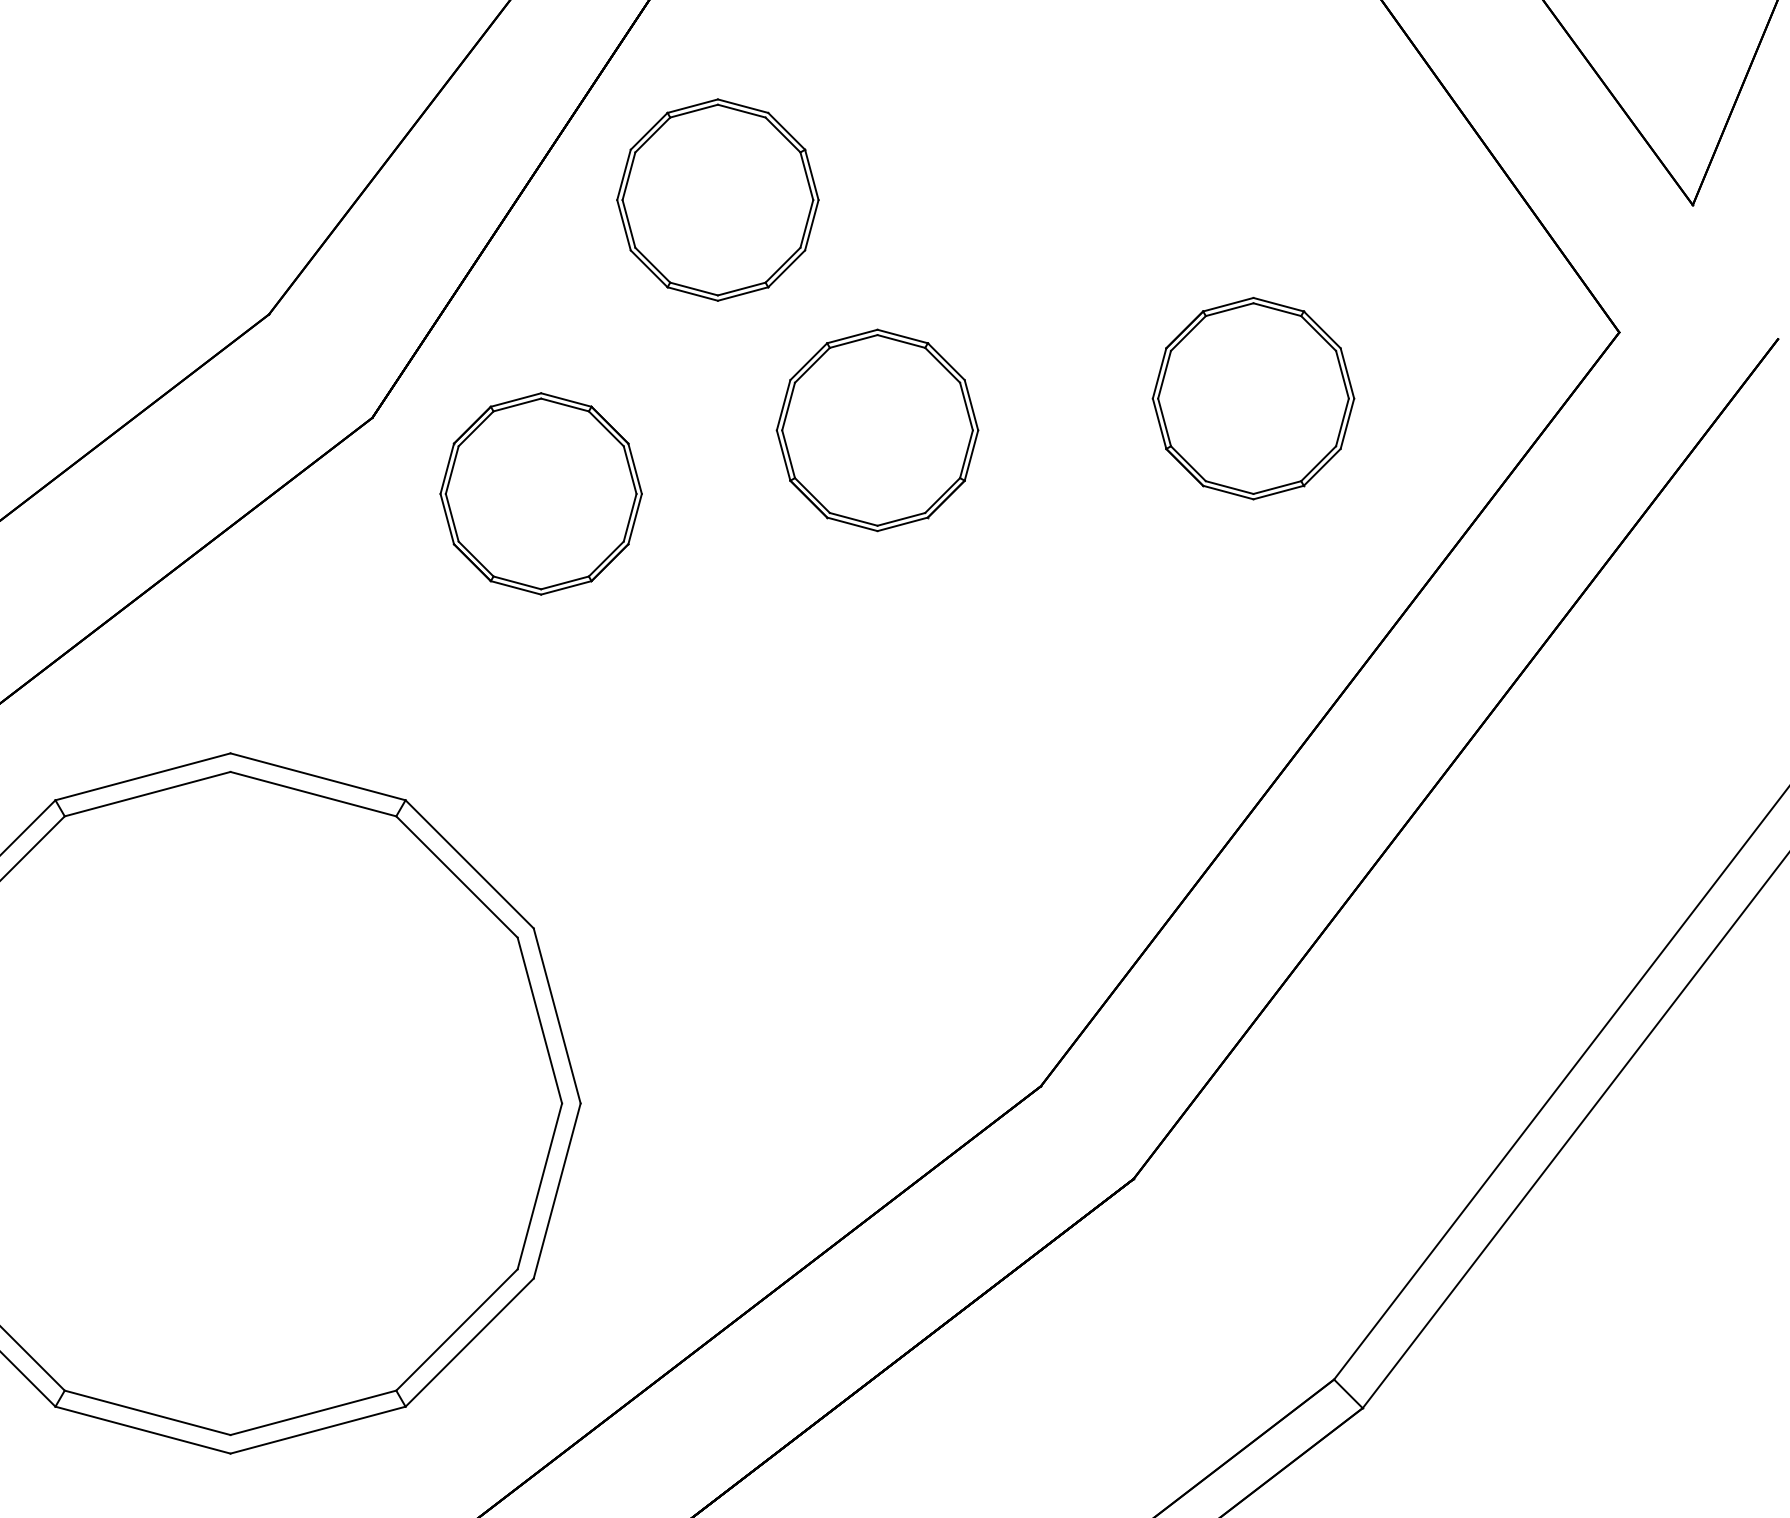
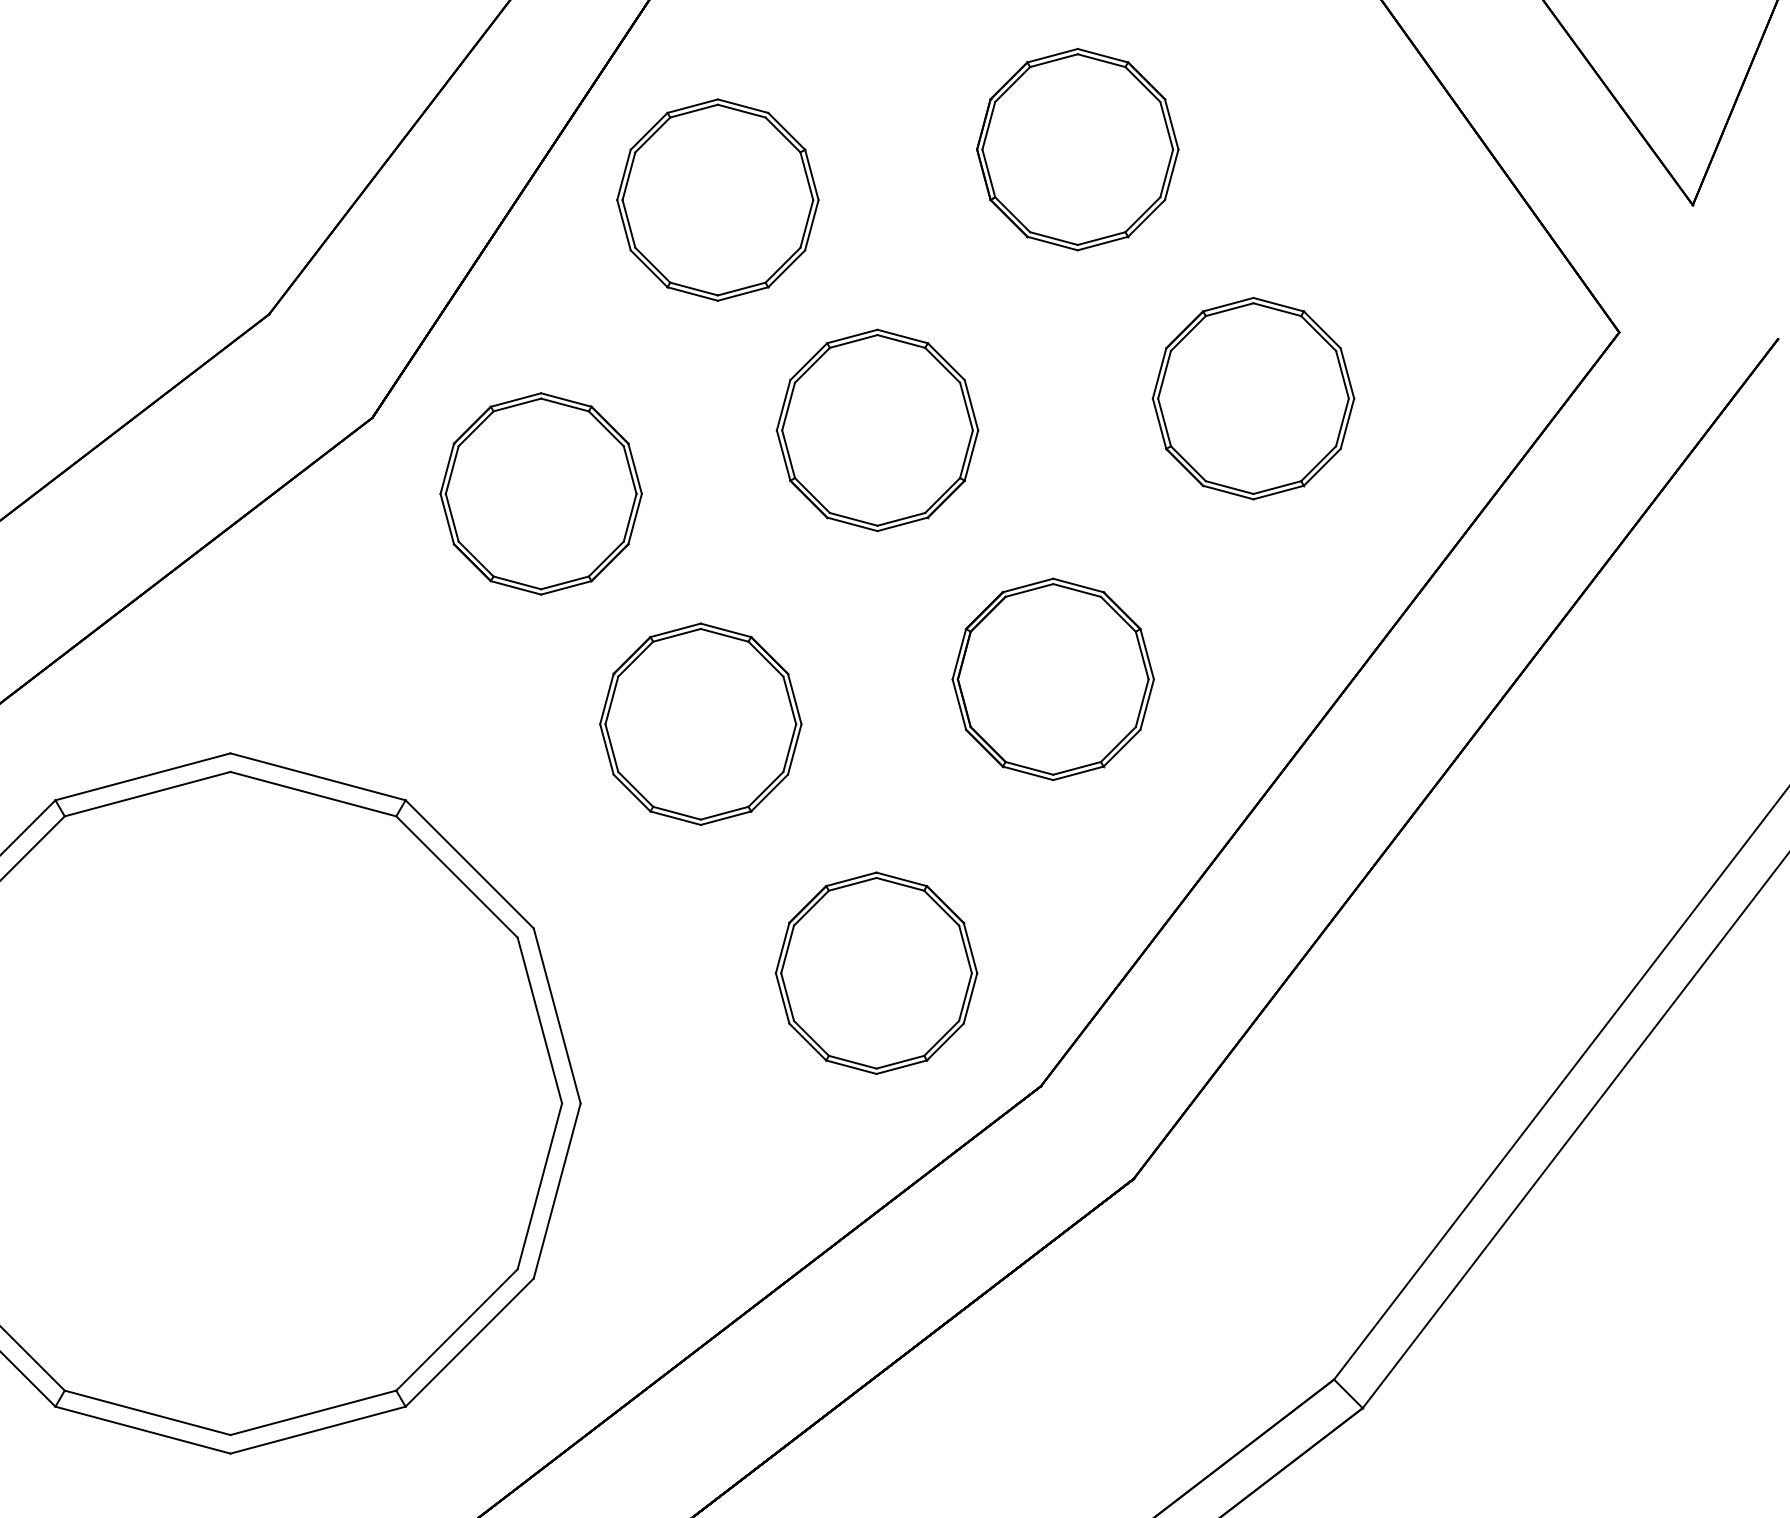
part at (1077, 149): none -> present
part at (1052, 679): none -> present
part at (700, 723): none -> present
part at (876, 972): none -> present
